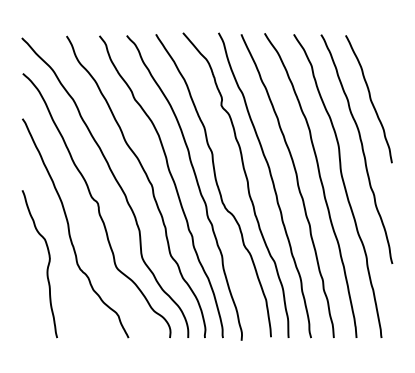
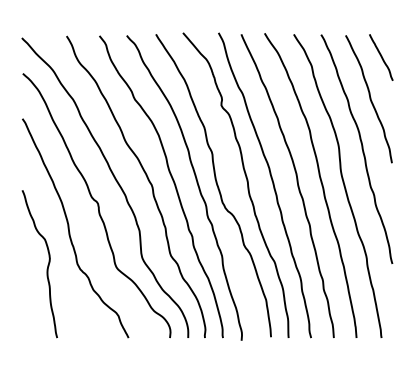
curve at (381, 57): none -> present
